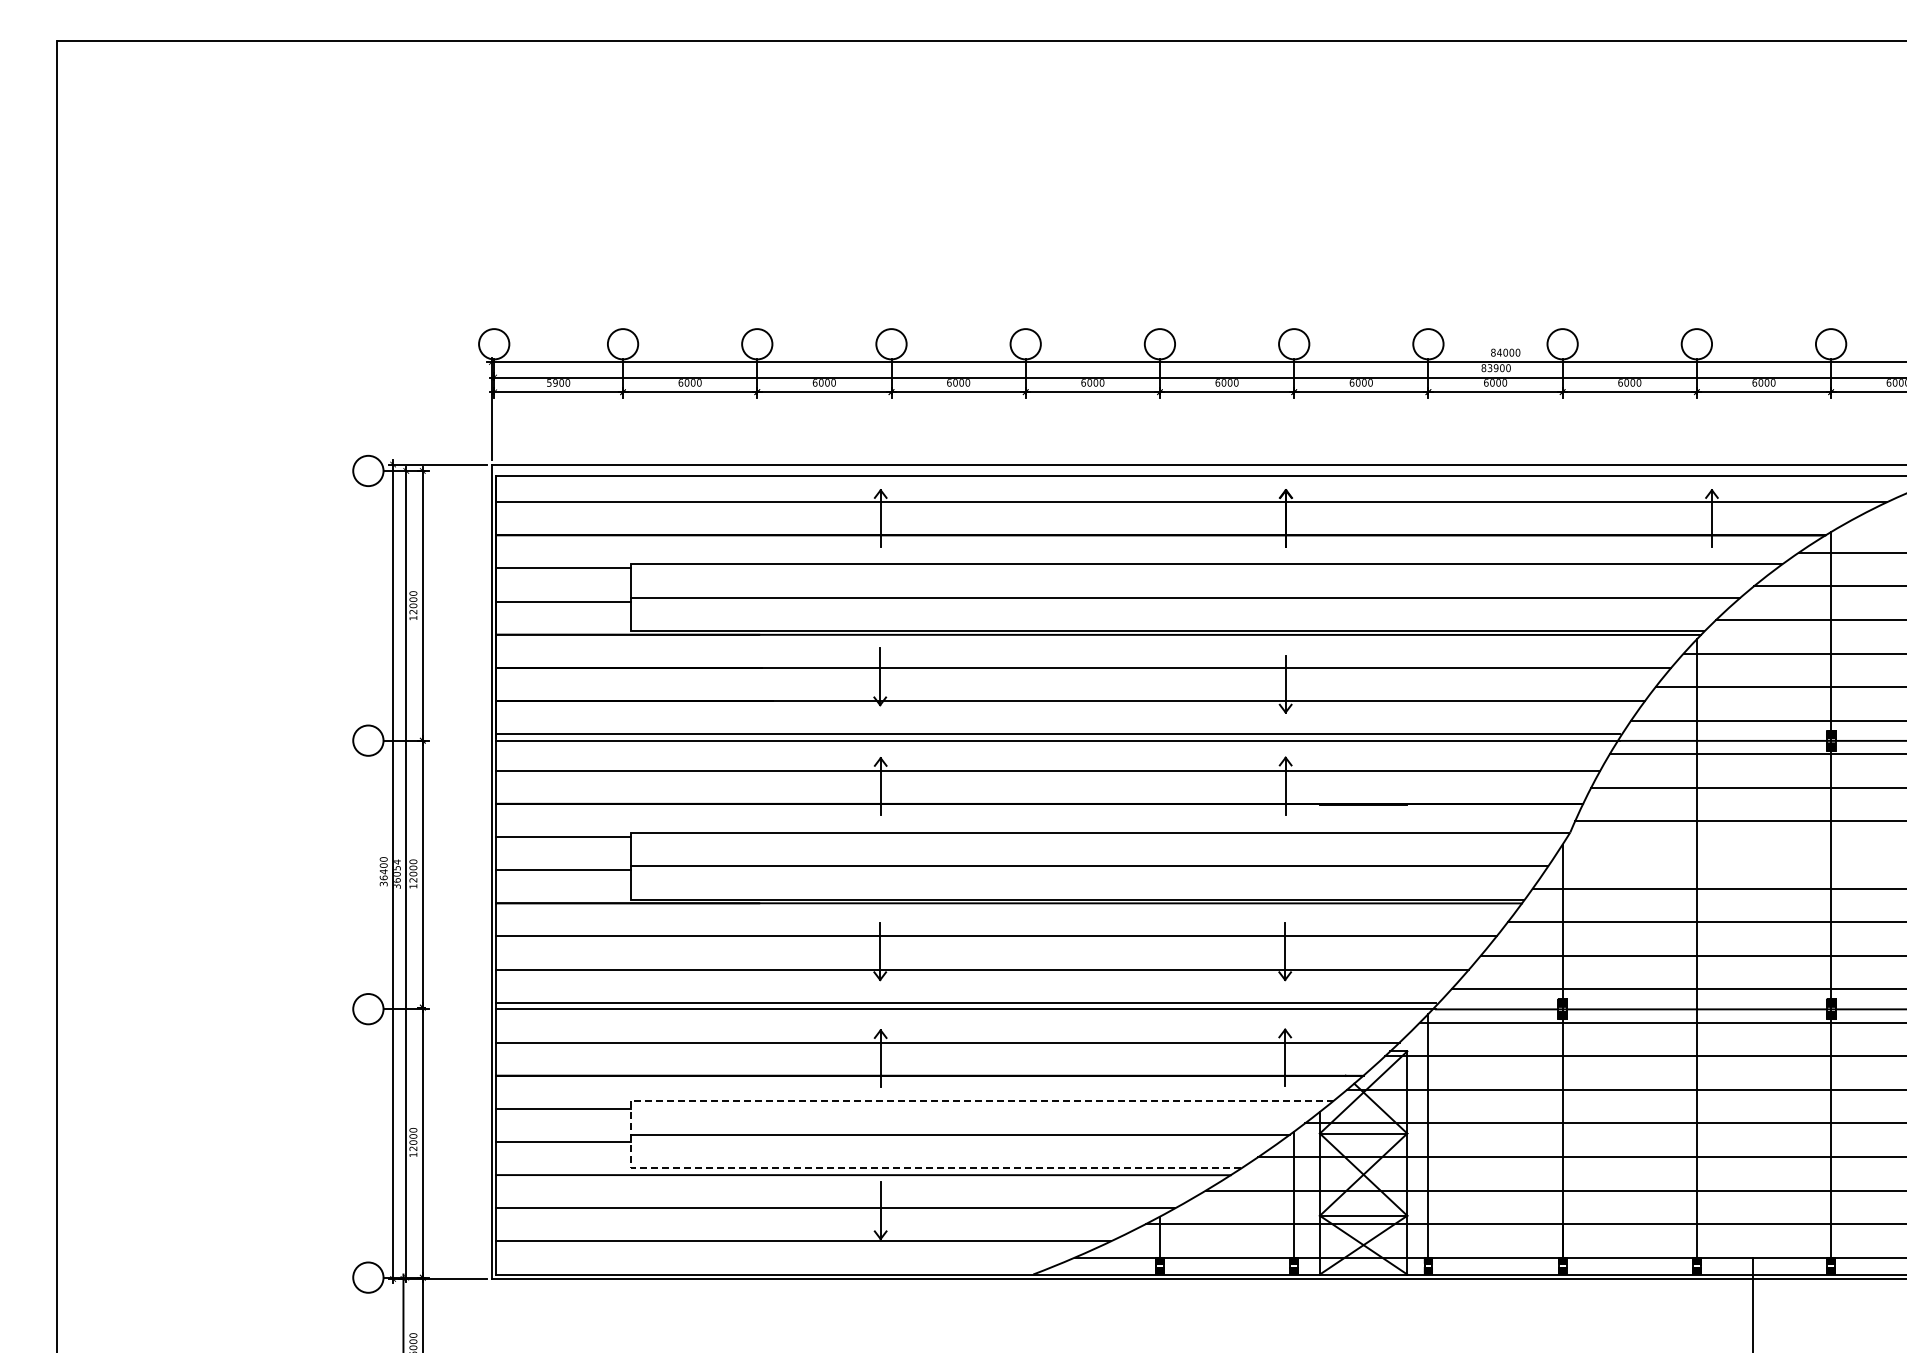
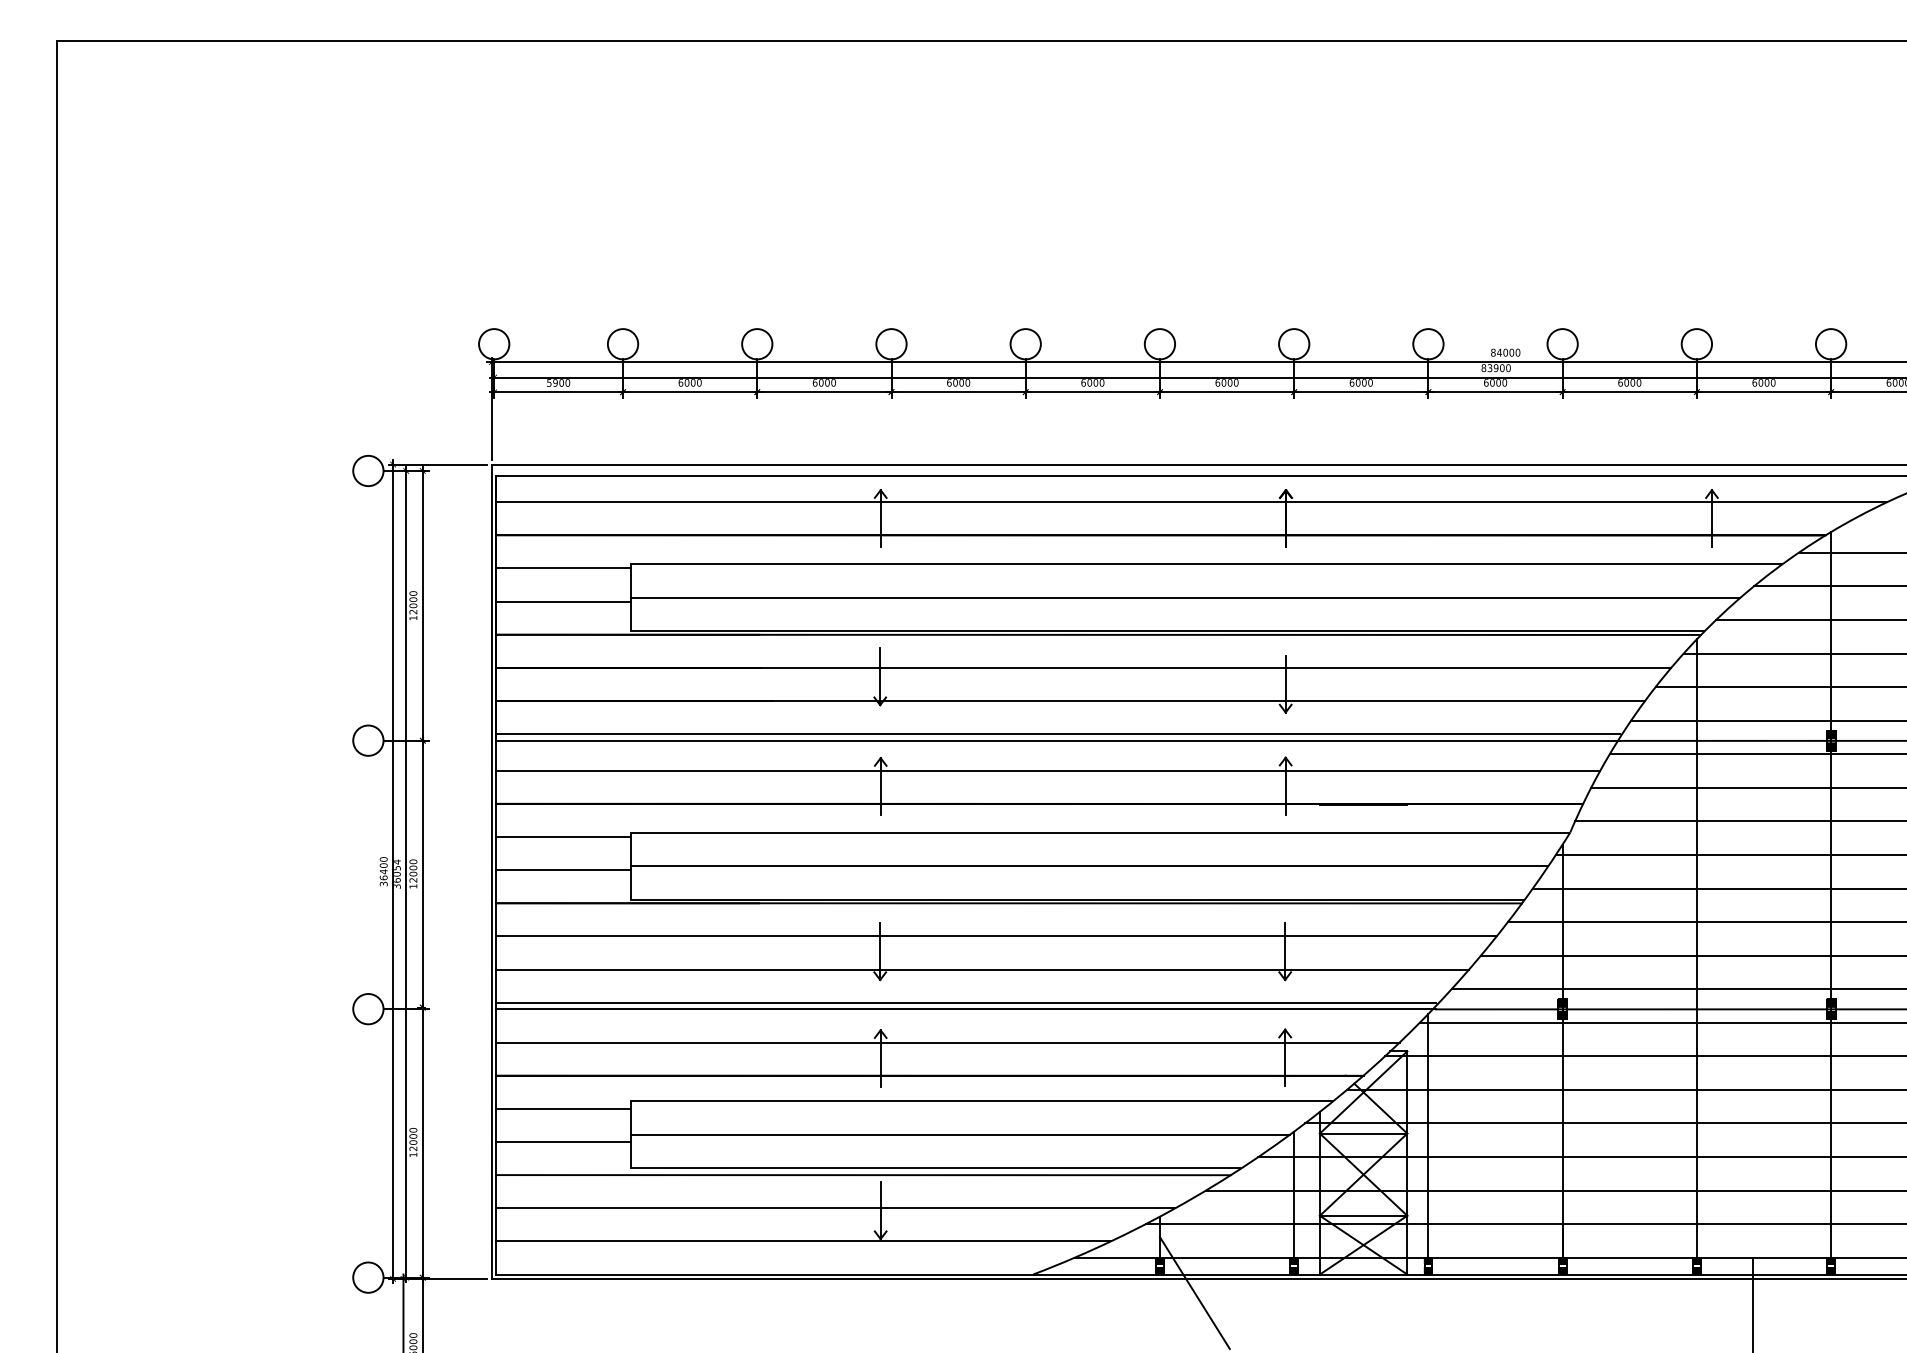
line at (1729, 854): none -> present
line at (641, 1101): dashed -> solid
line at (1194, 1293): none -> present
